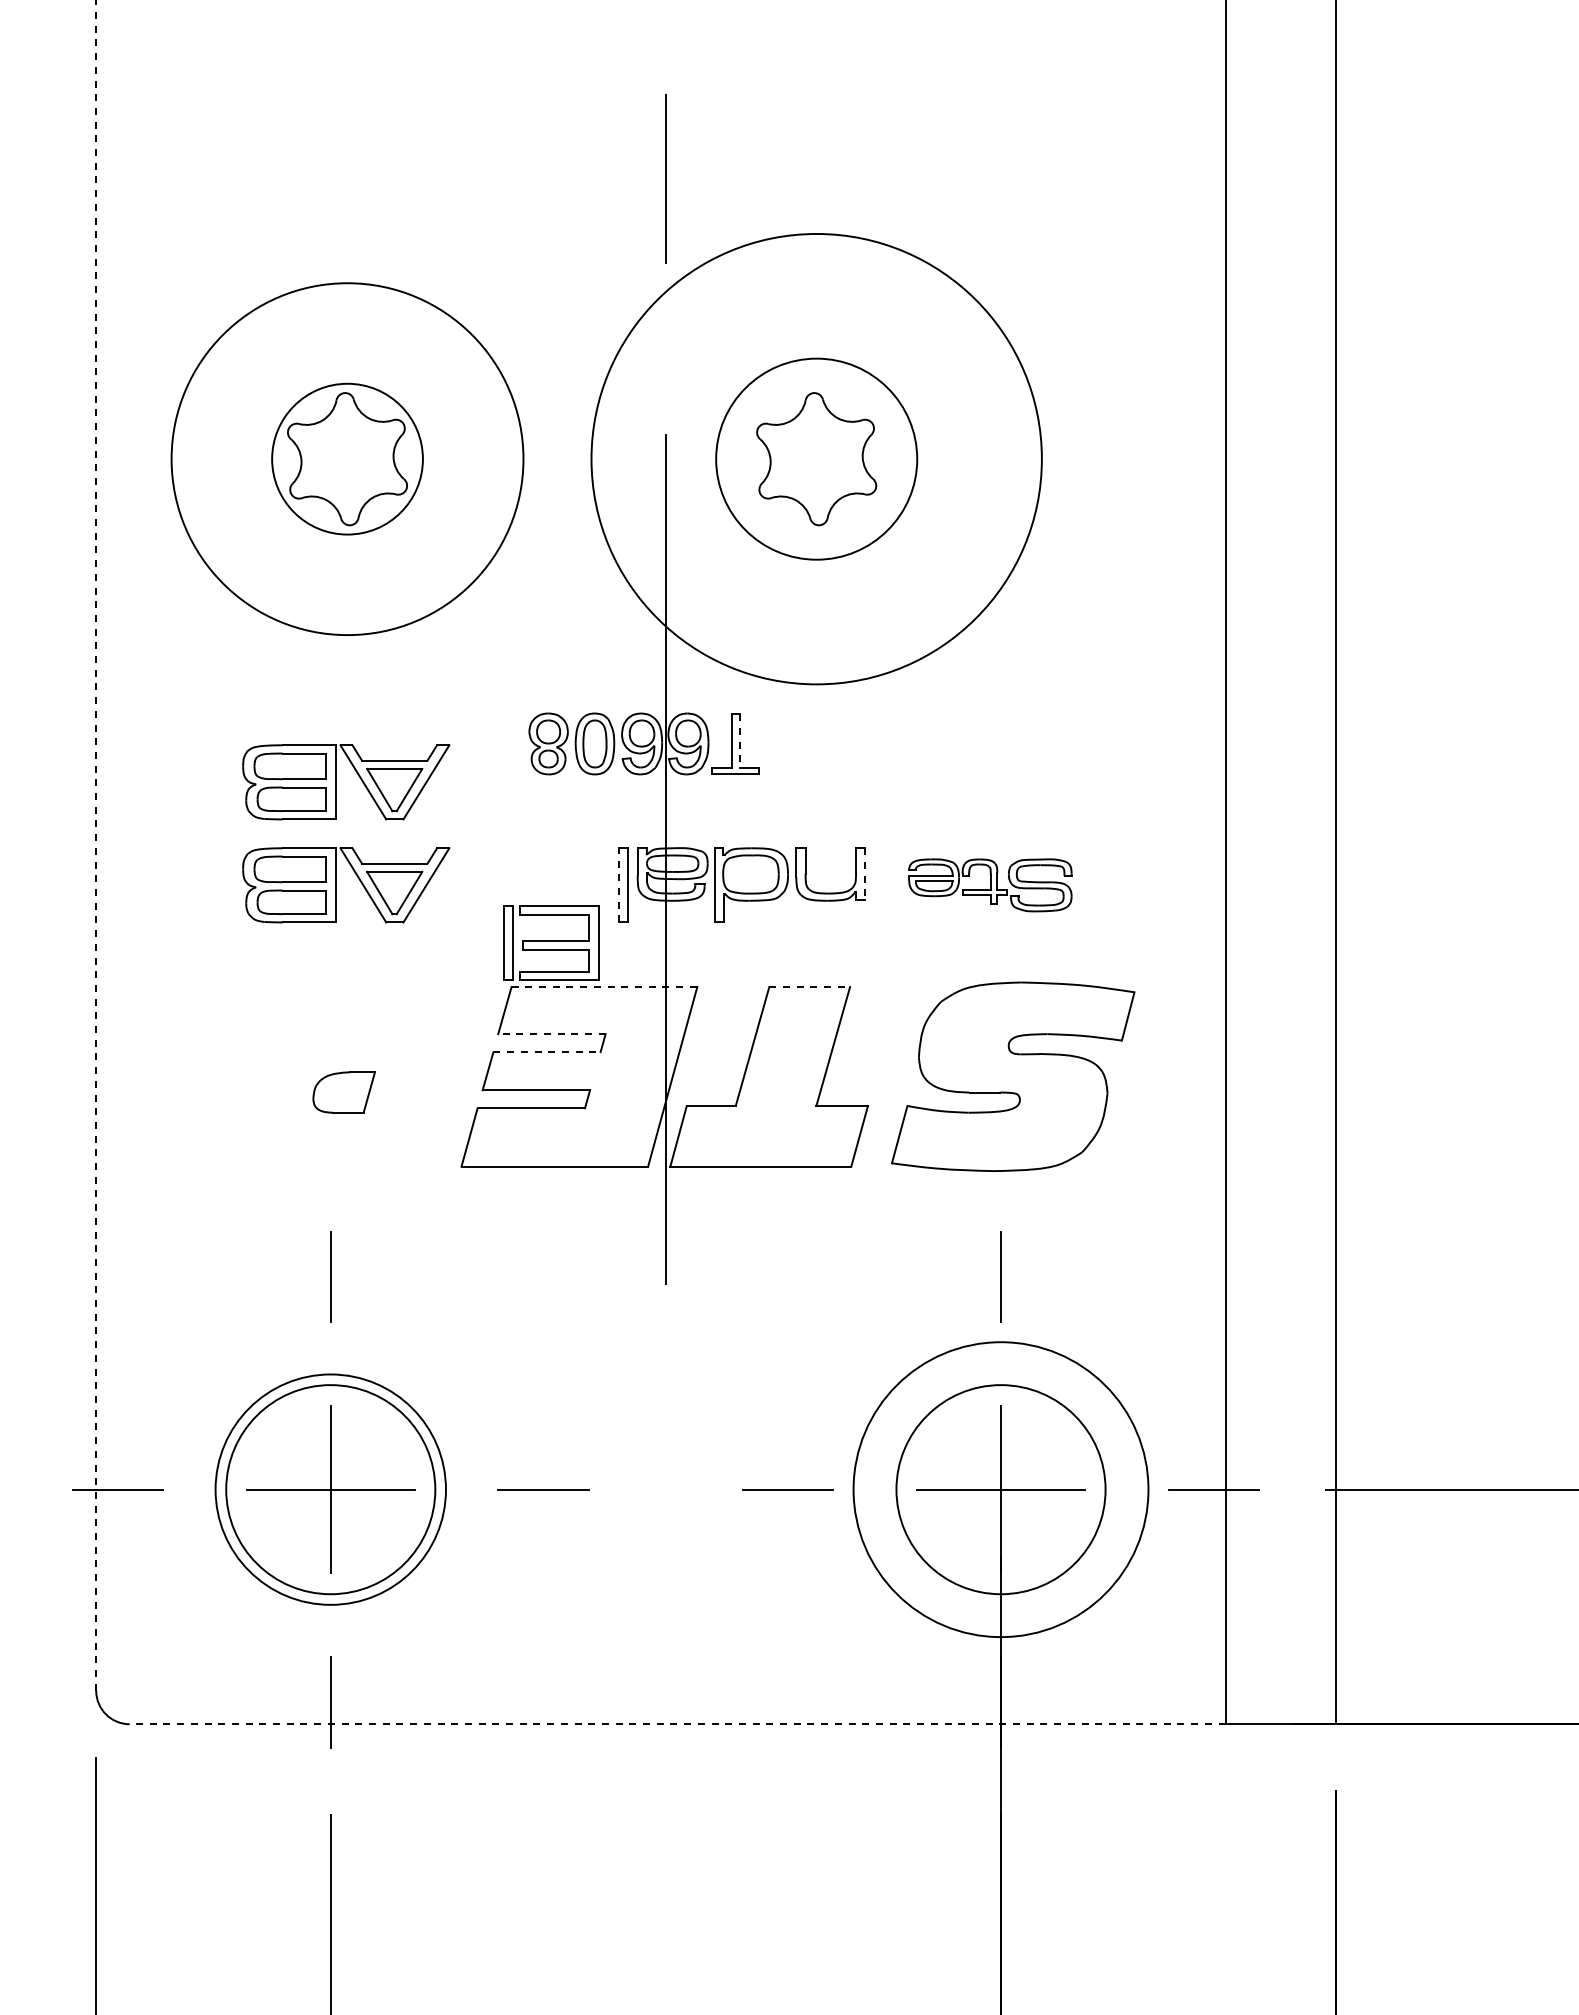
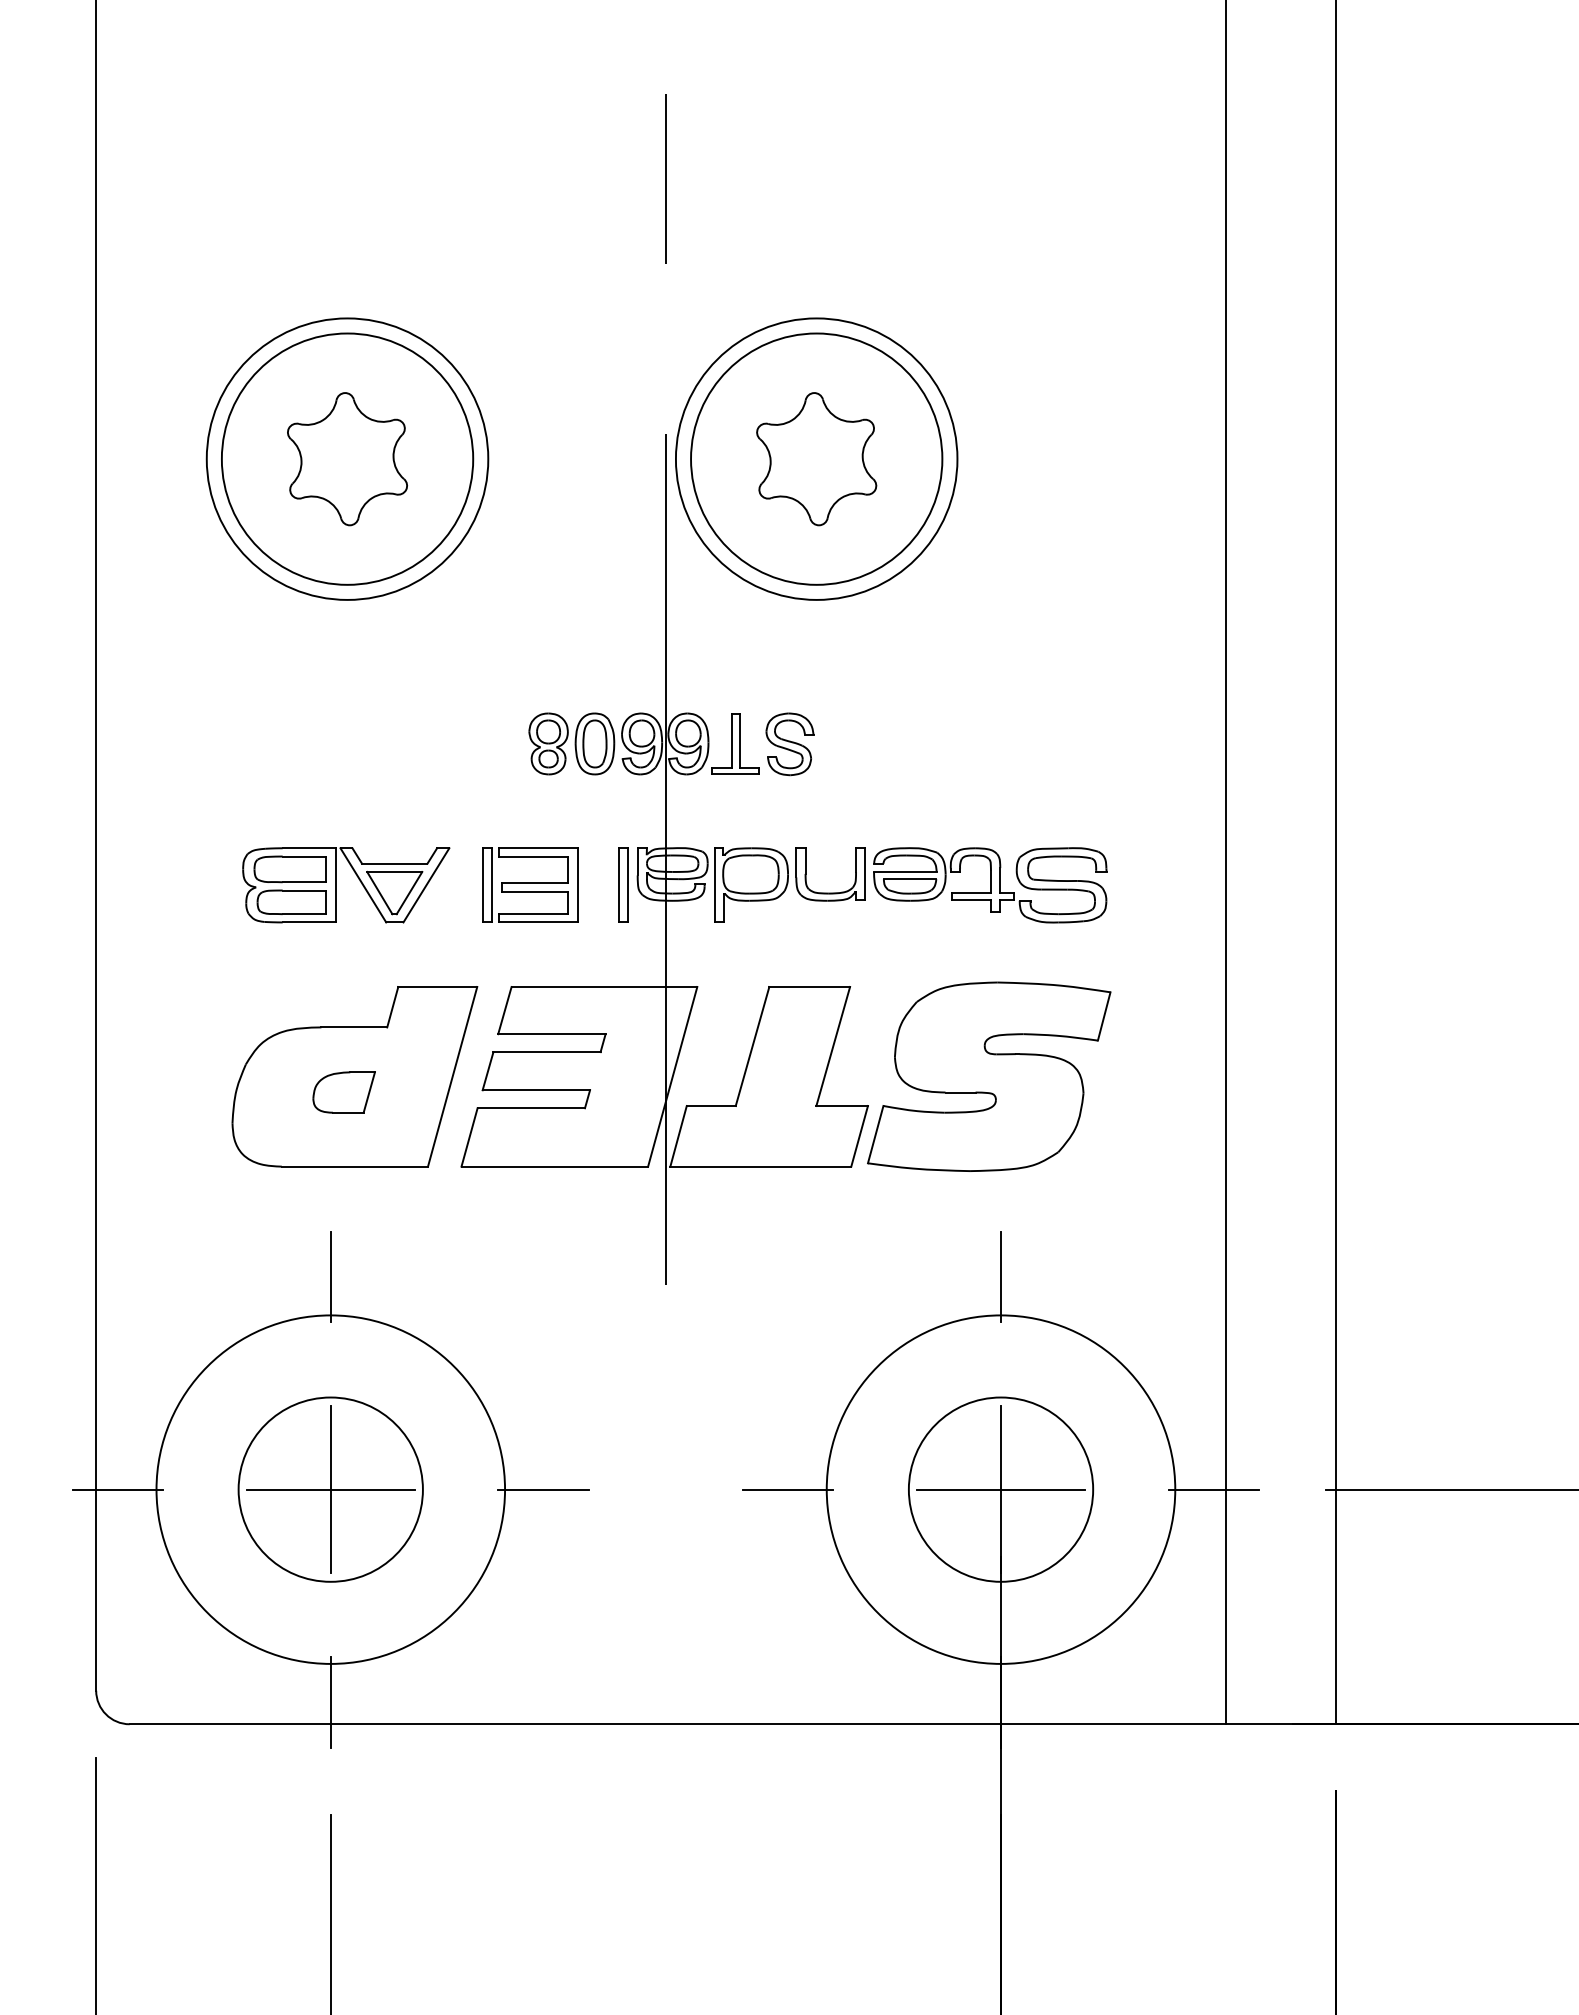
circle at (347, 458) diameter: 151 px -> 251 px
circle at (816, 458) diameter: 201 px -> 251 px
circle at (816, 458) diameter: 450 px -> 281 px
circle at (347, 459) diameter: 352 px -> 281 px
line at (740, 740): dashed -> solid
part at (789, 744): none -> present
part at (336, 782): present -> none
line at (96, 845): dashed -> solid
line at (865, 874): dashed -> solid
line at (619, 884): dashed -> solid
part at (990, 885) size: 165x55 px -> 235x77 px
part at (551, 942) position: (551, 942) -> (530, 884)
line at (604, 987): dashed -> solid
line at (810, 987): dashed -> solid
line at (551, 1034): dashed -> solid
line at (547, 1052): dashed -> solid
part at (354, 1076): none -> present
part at (1013, 1076) position: (1013, 1076) -> (989, 1076)
circle at (330, 1489) diameter: 209 px -> 349 px
circle at (330, 1489) diameter: 230 px -> 184 px
circle at (1000, 1489) diameter: 209 px -> 349 px
circle at (1000, 1489) diameter: 295 px -> 184 px
line at (677, 1724): dashed -> solid
